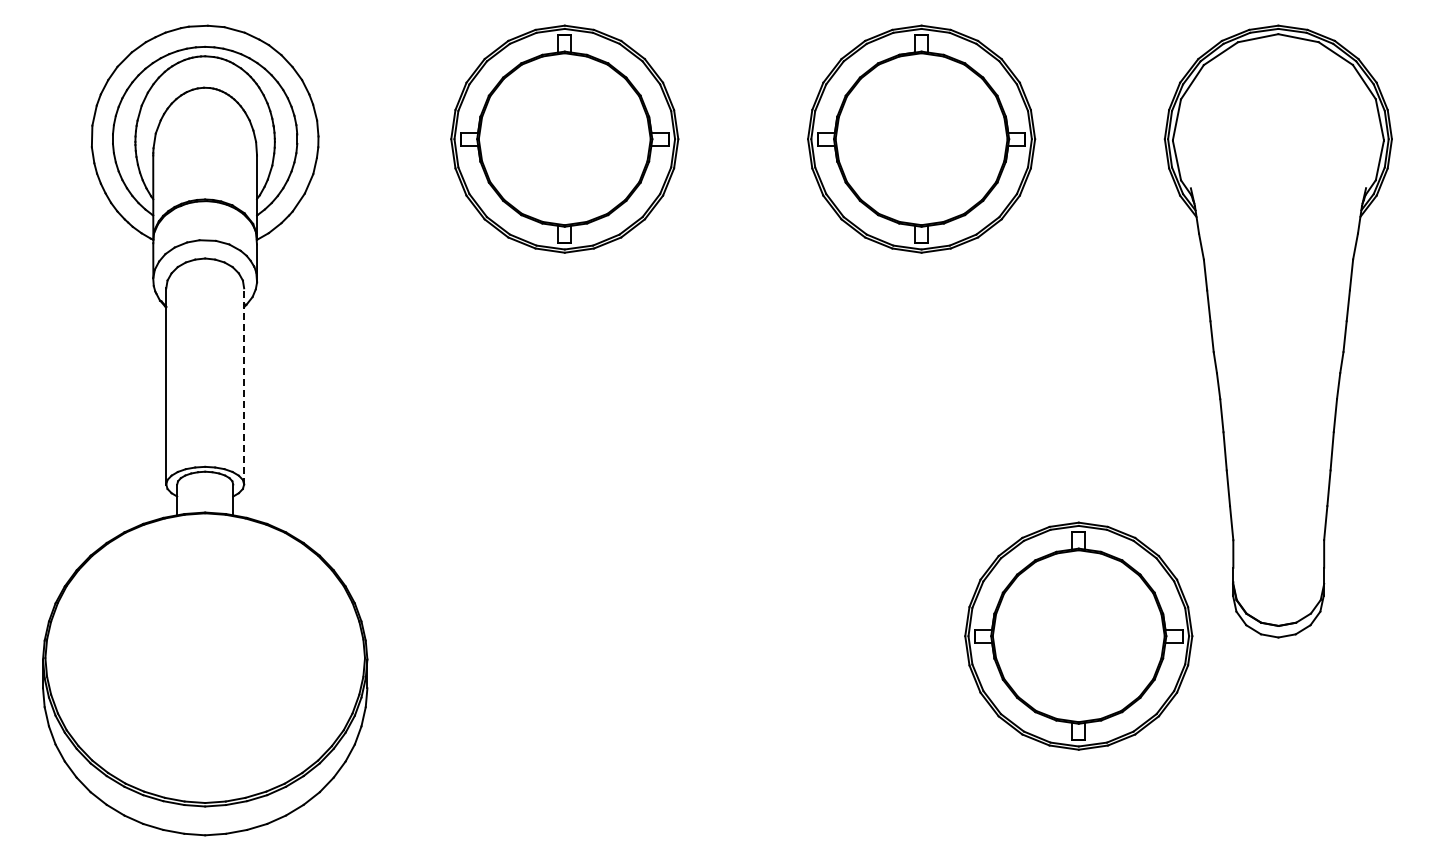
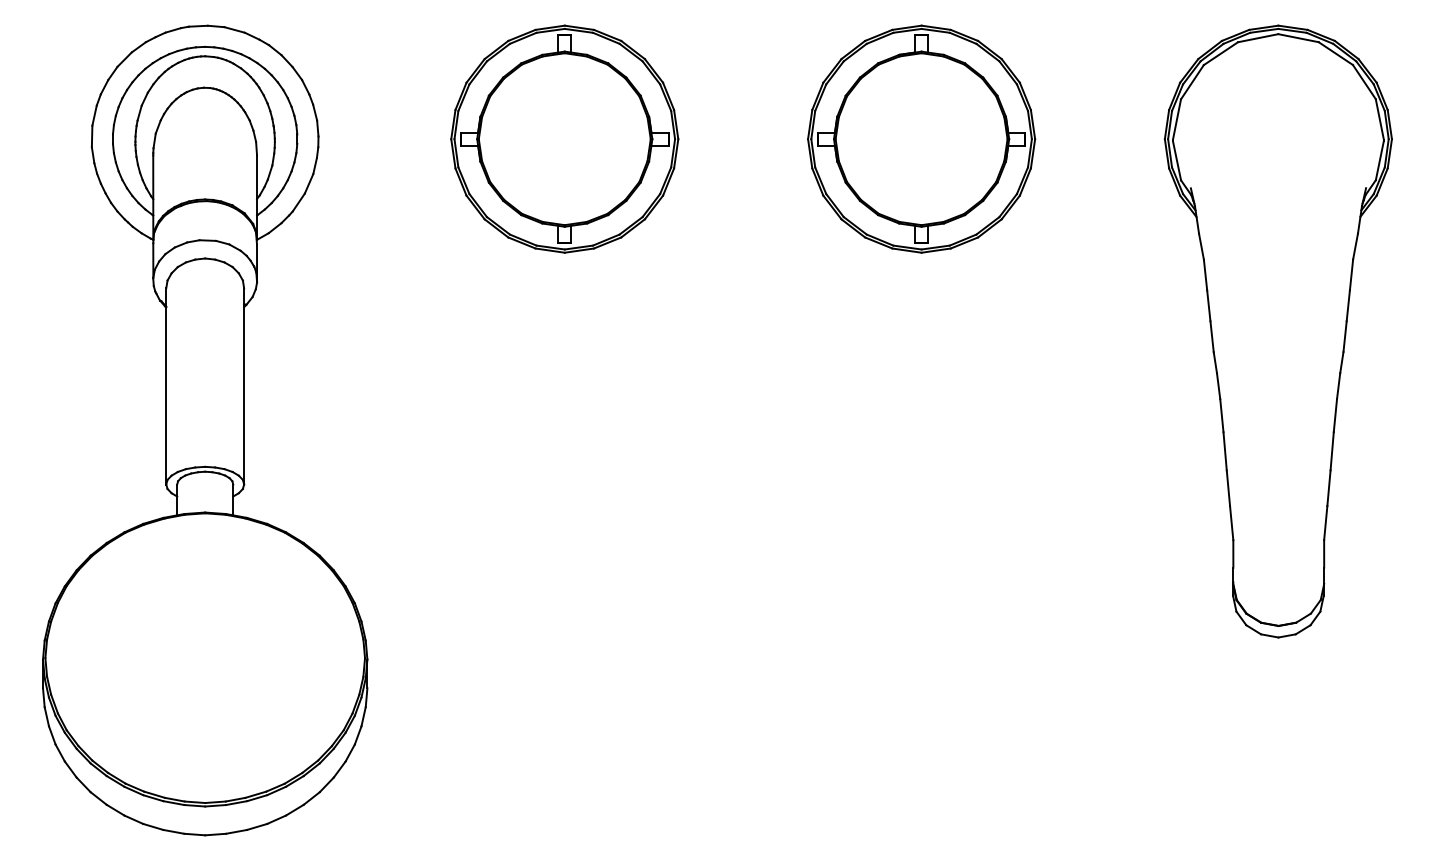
line at (244, 385): dashed -> solid
part at (1078, 635): present -> none
